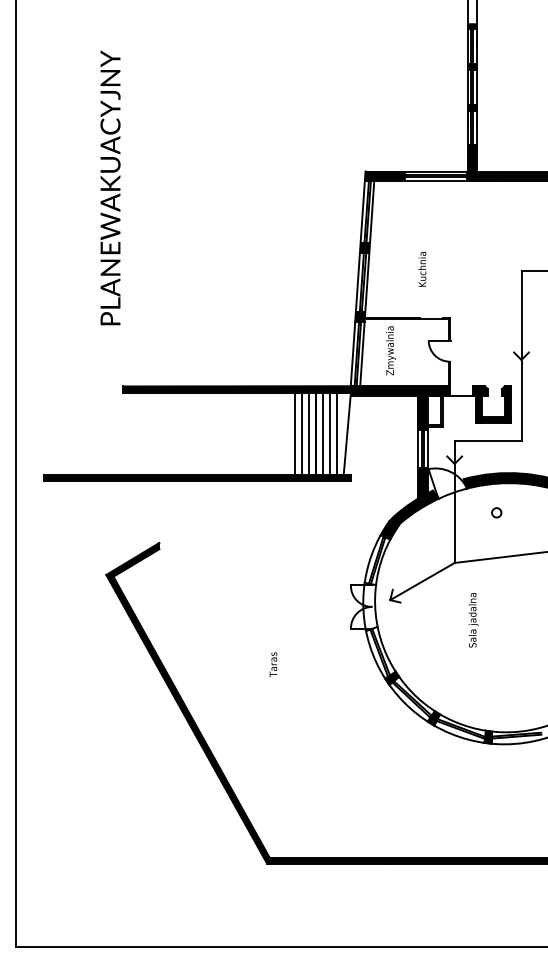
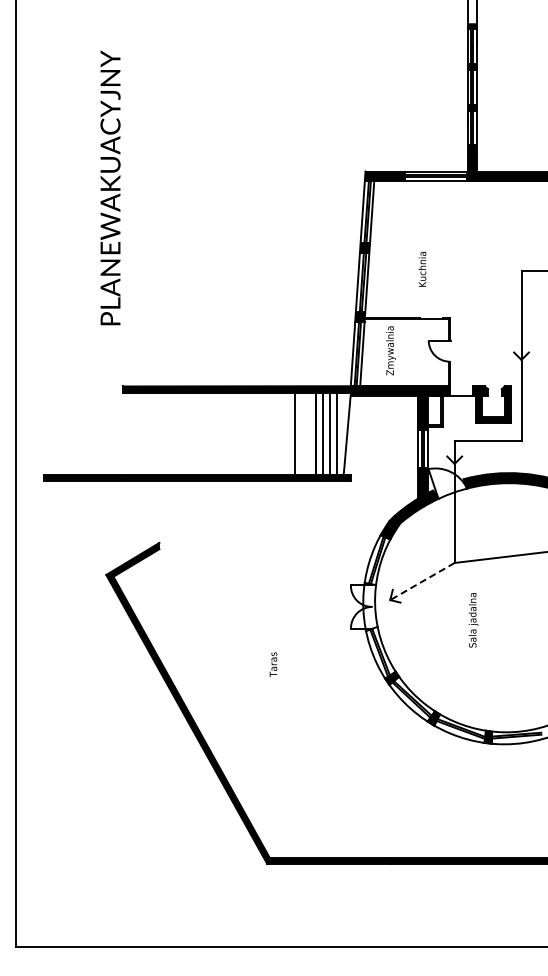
line at (302, 433): present -> none
line at (309, 433): present -> none
circle at (496, 512): present -> none
line at (422, 581): solid -> dashed
